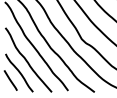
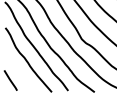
curve at (19, 72): present -> none
